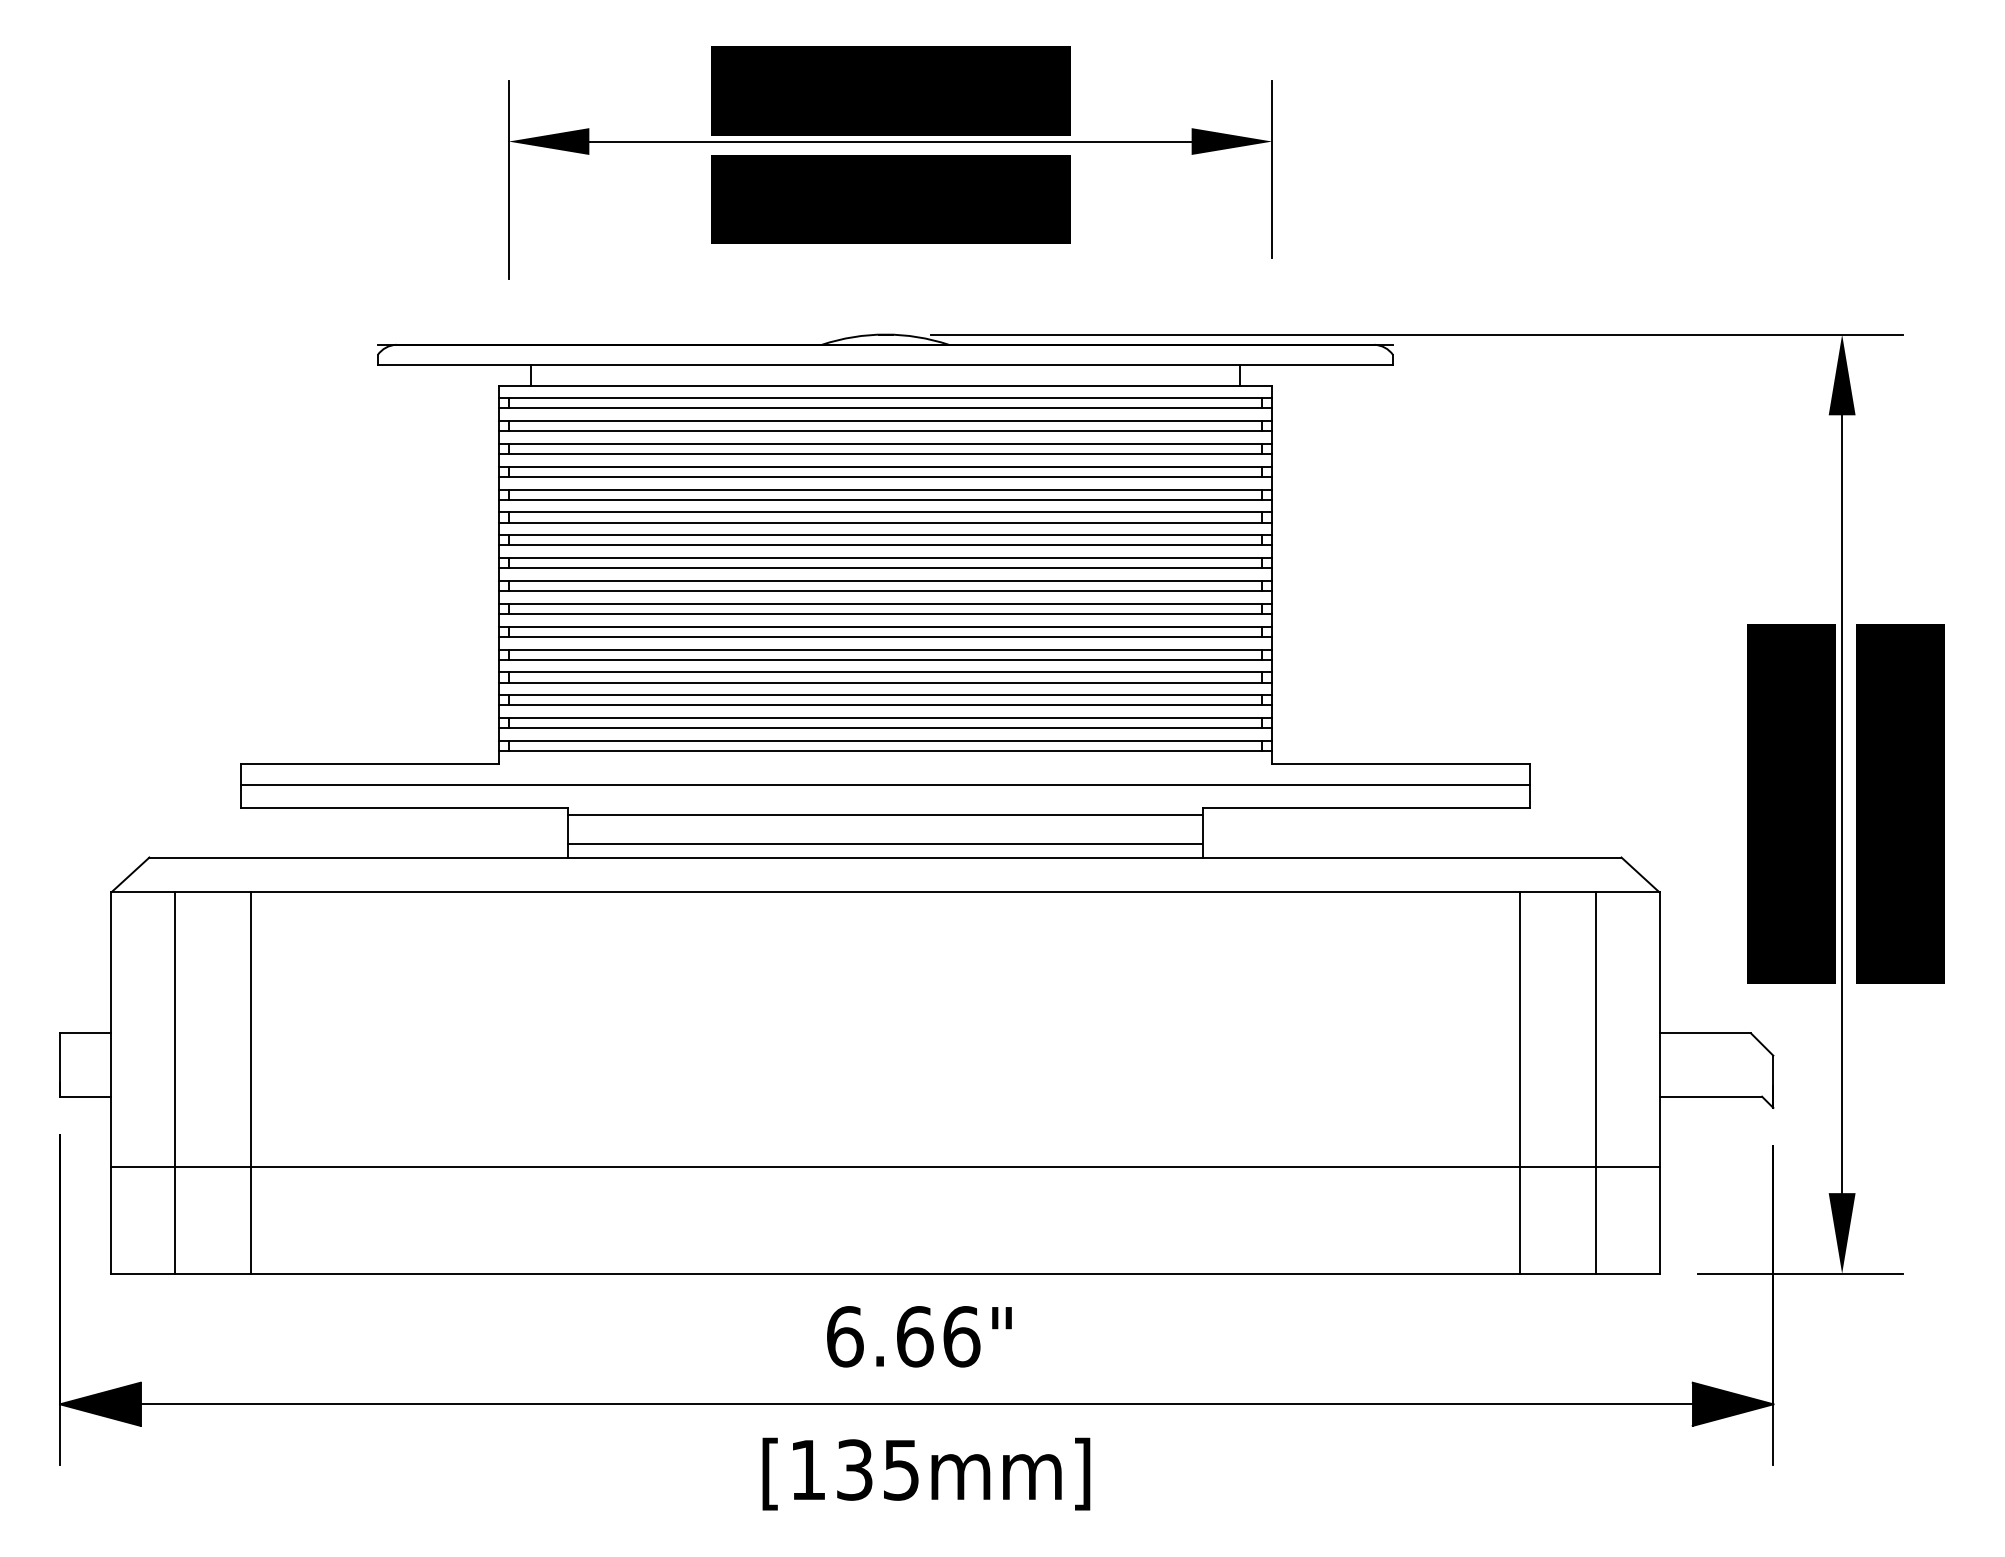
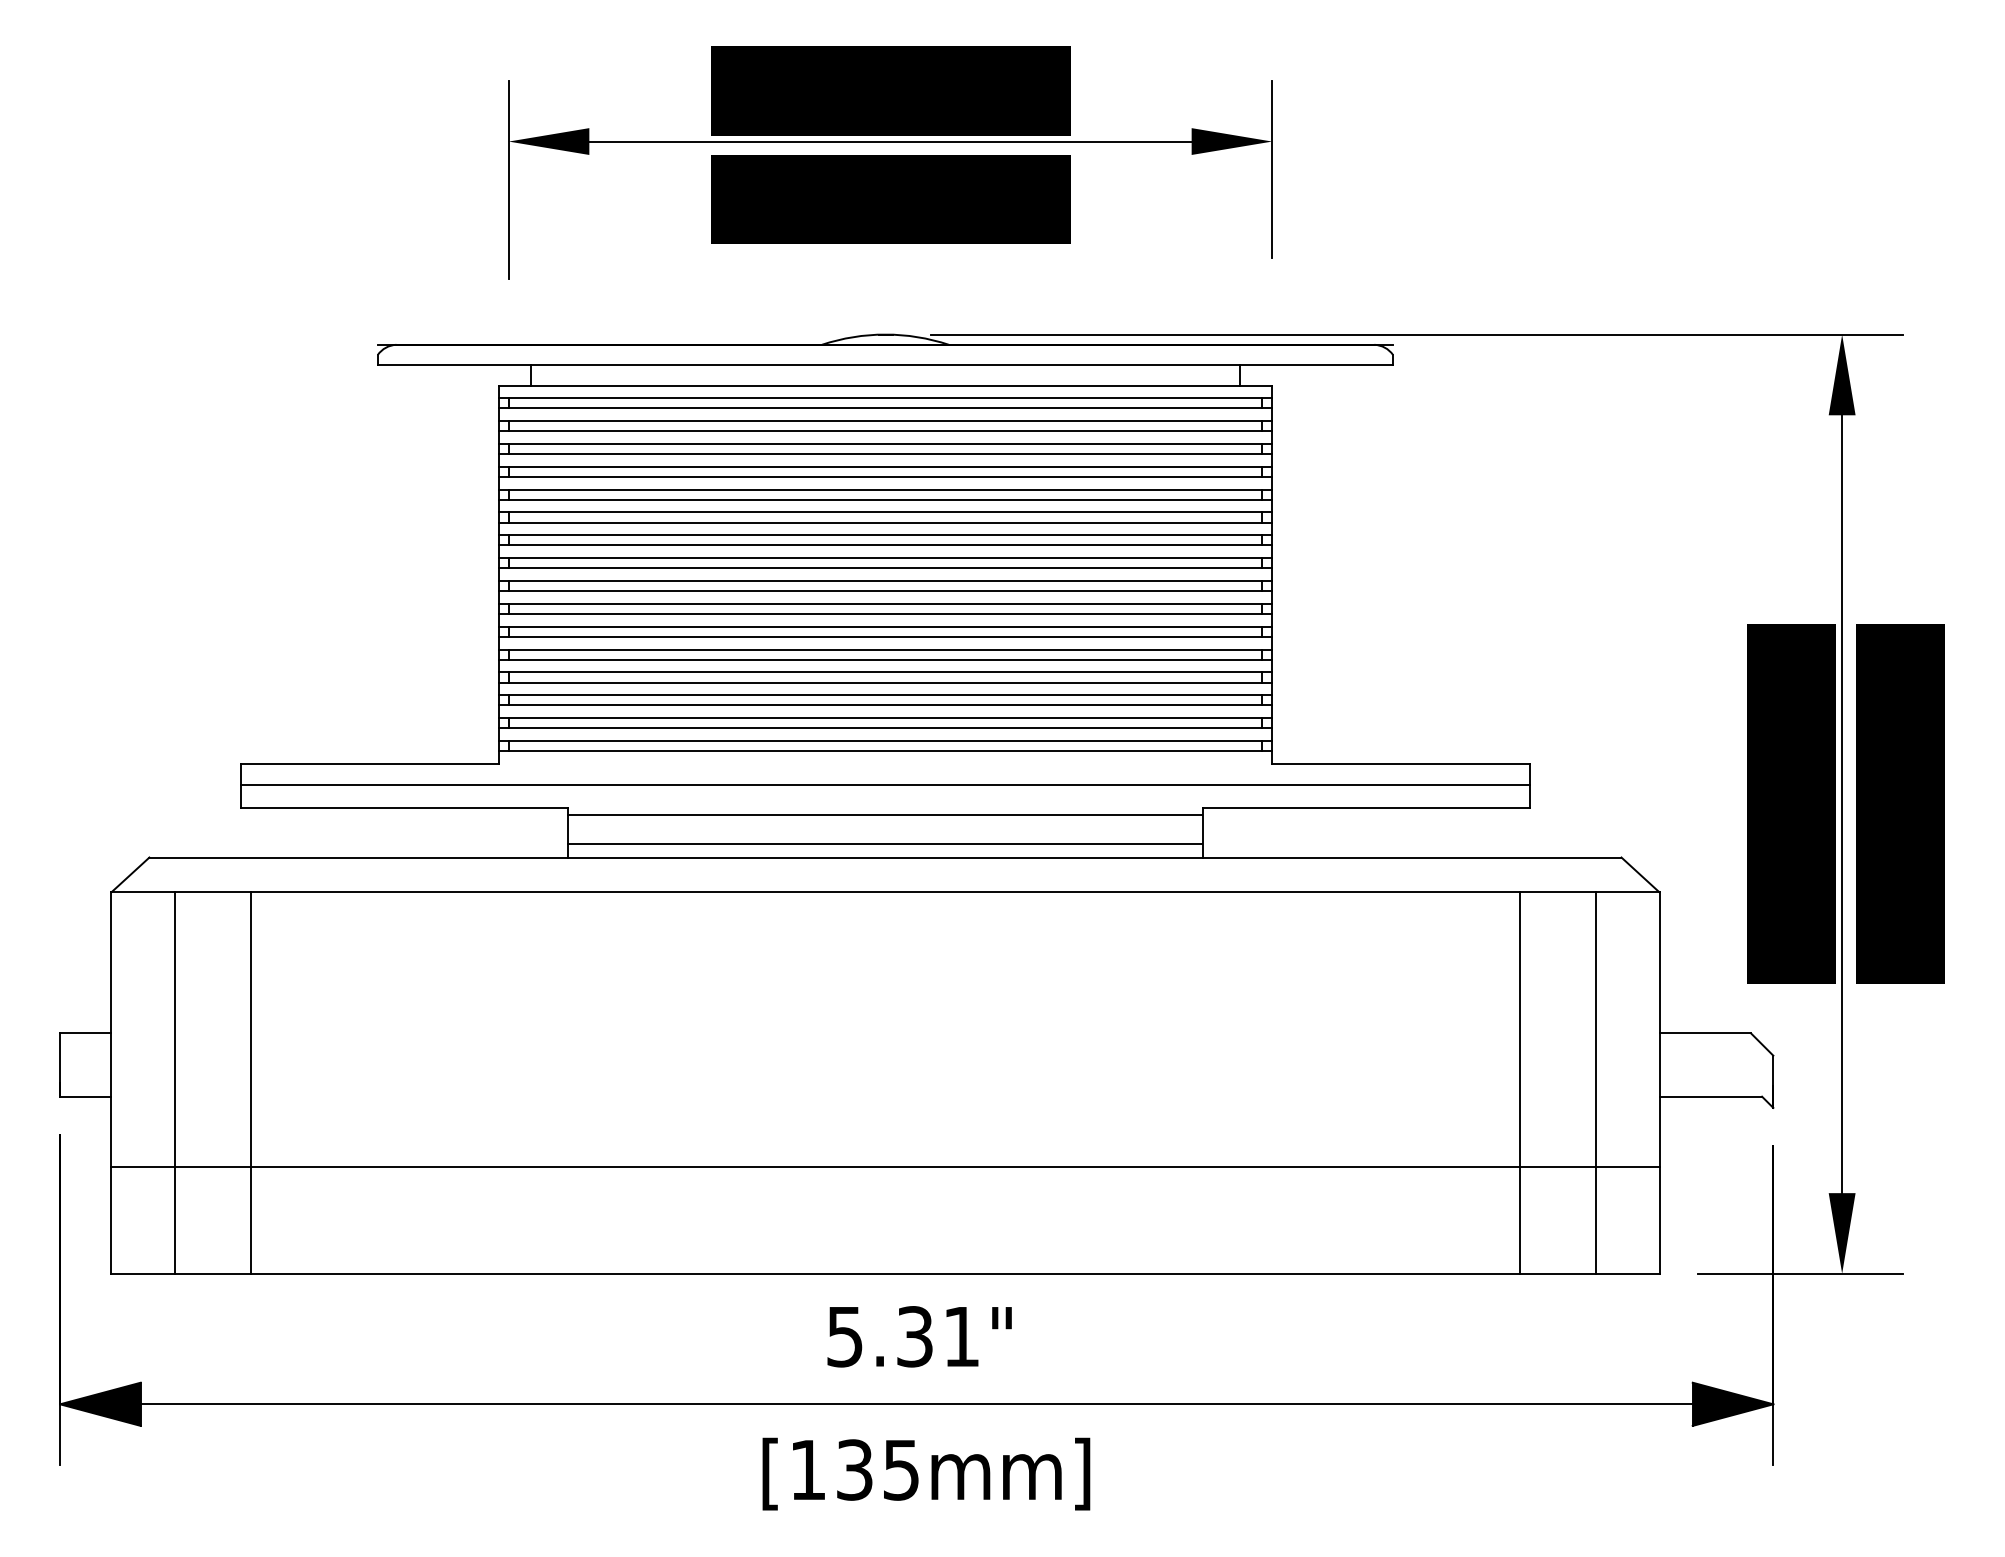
text at (903, 1336): 6.66" -> 5.31"
